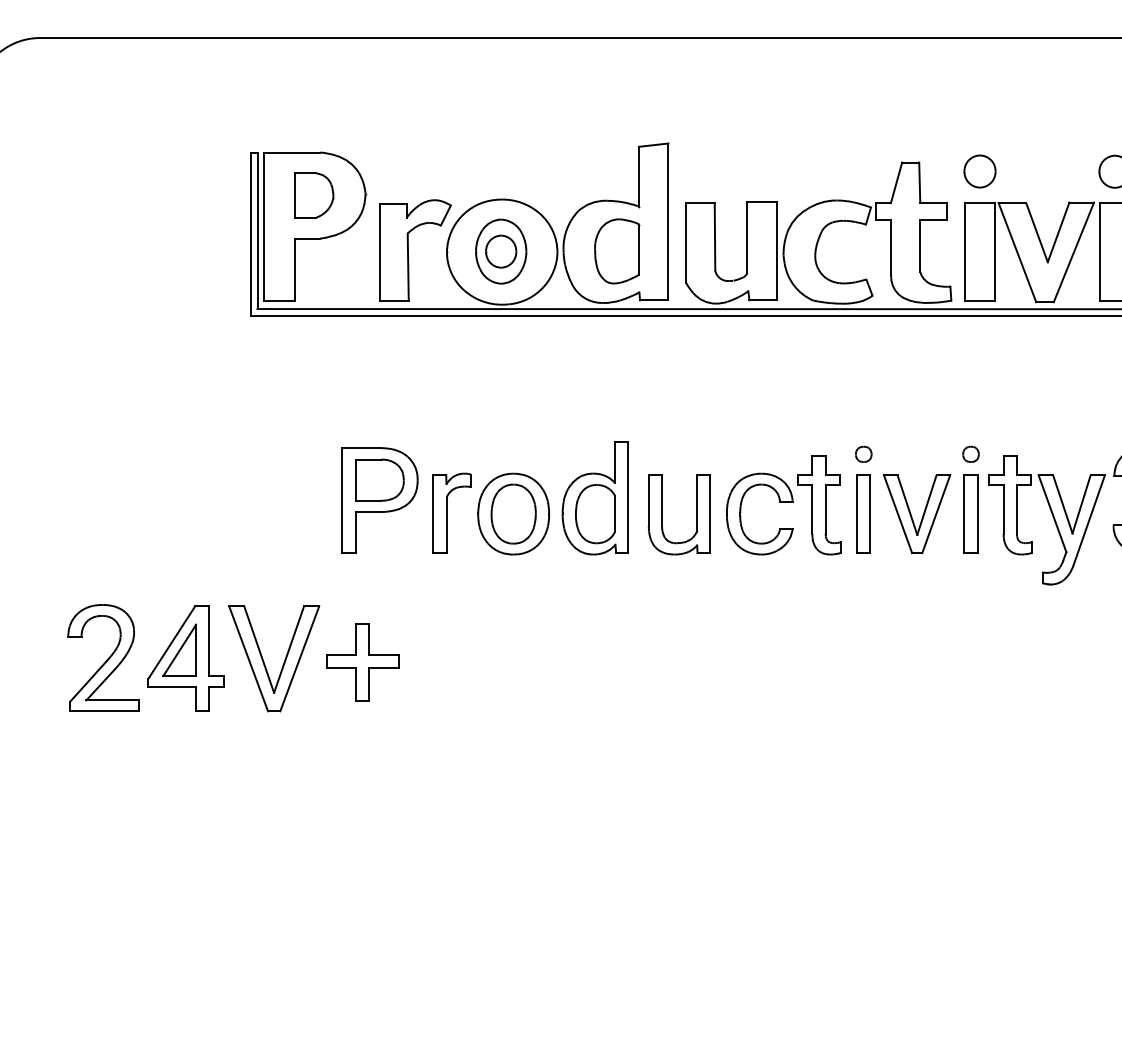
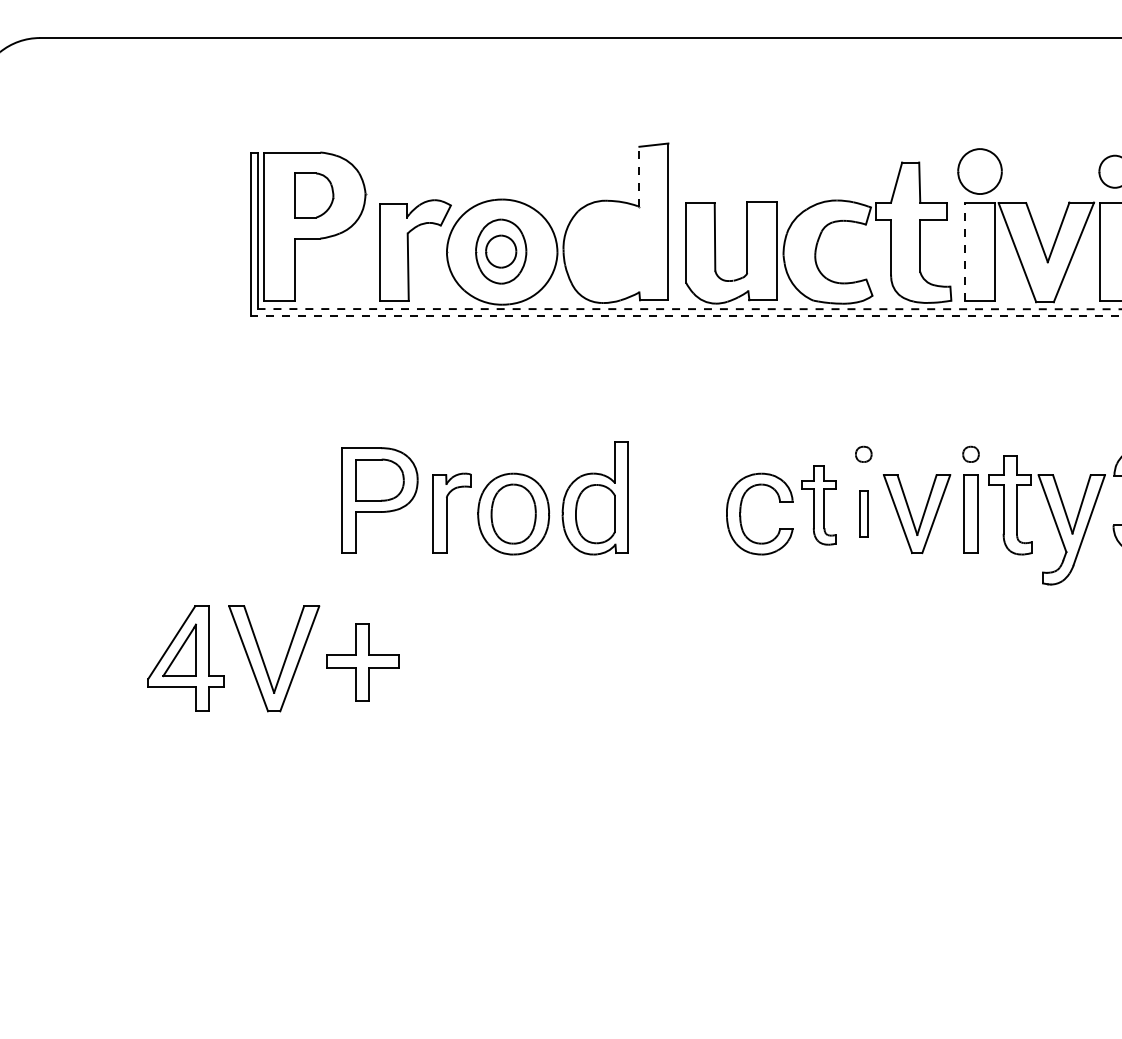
part at (979, 171) size: 34x35 px -> 46x47 px
line at (639, 176): solid -> dashed
part at (617, 251): present -> none
line at (965, 251): solid -> dashed
line at (690, 309): solid -> dashed
line at (685, 315): solid -> dashed
part at (819, 505) size: 45x101 px -> 36x81 px
part at (863, 513) size: 15x80 px -> 10x48 px
part at (662, 514): present -> none
part at (103, 657): present -> none
